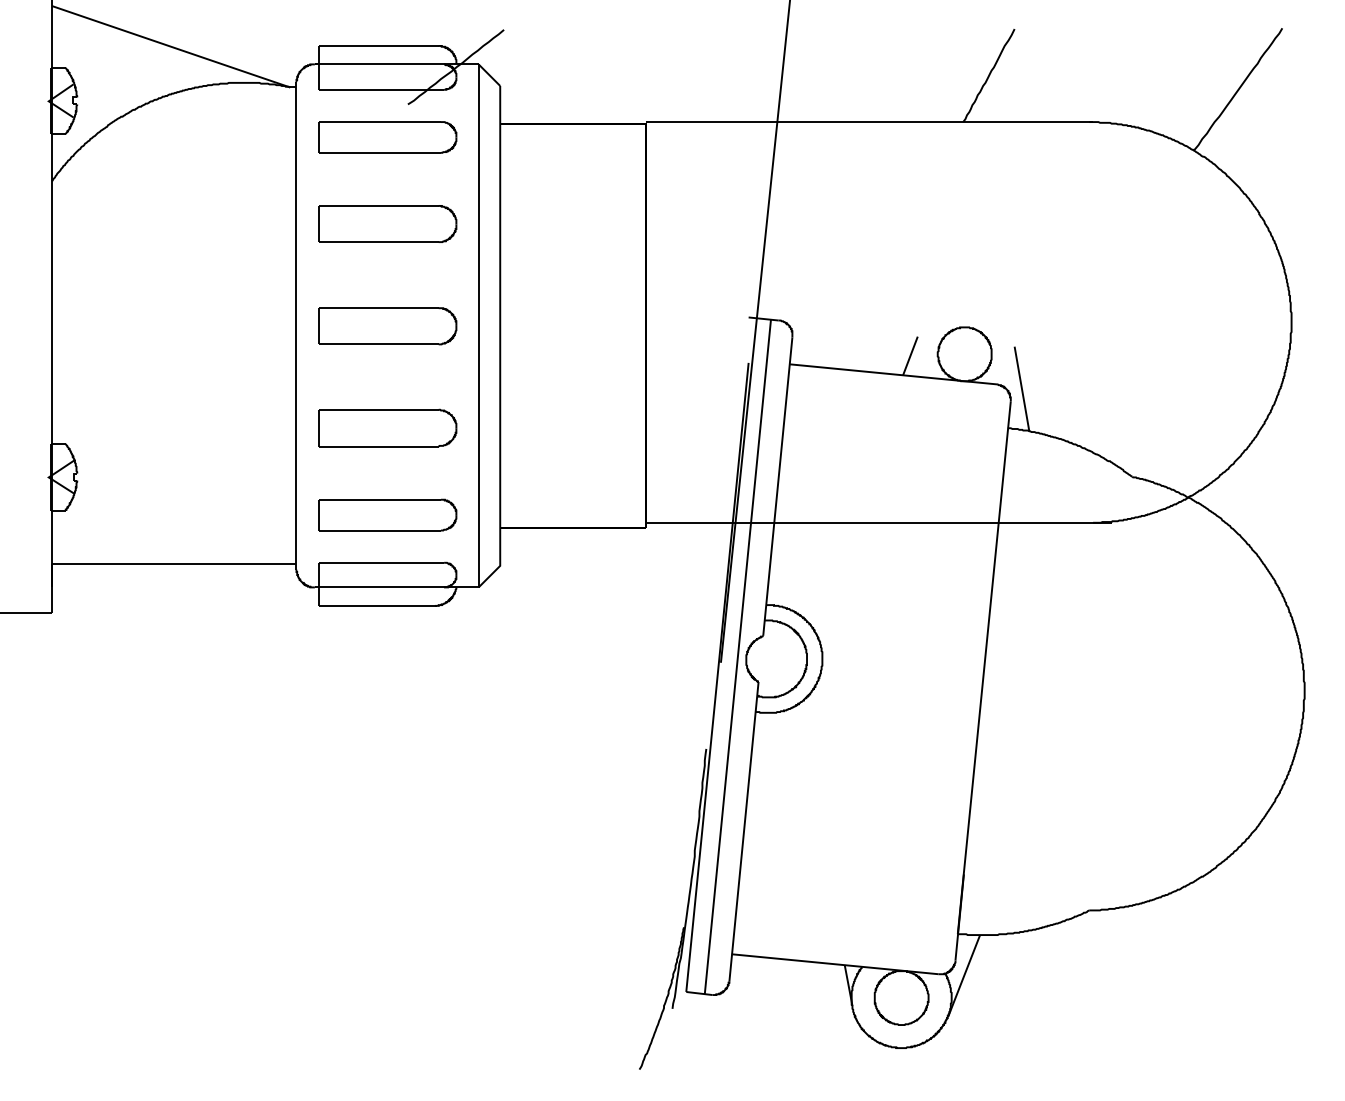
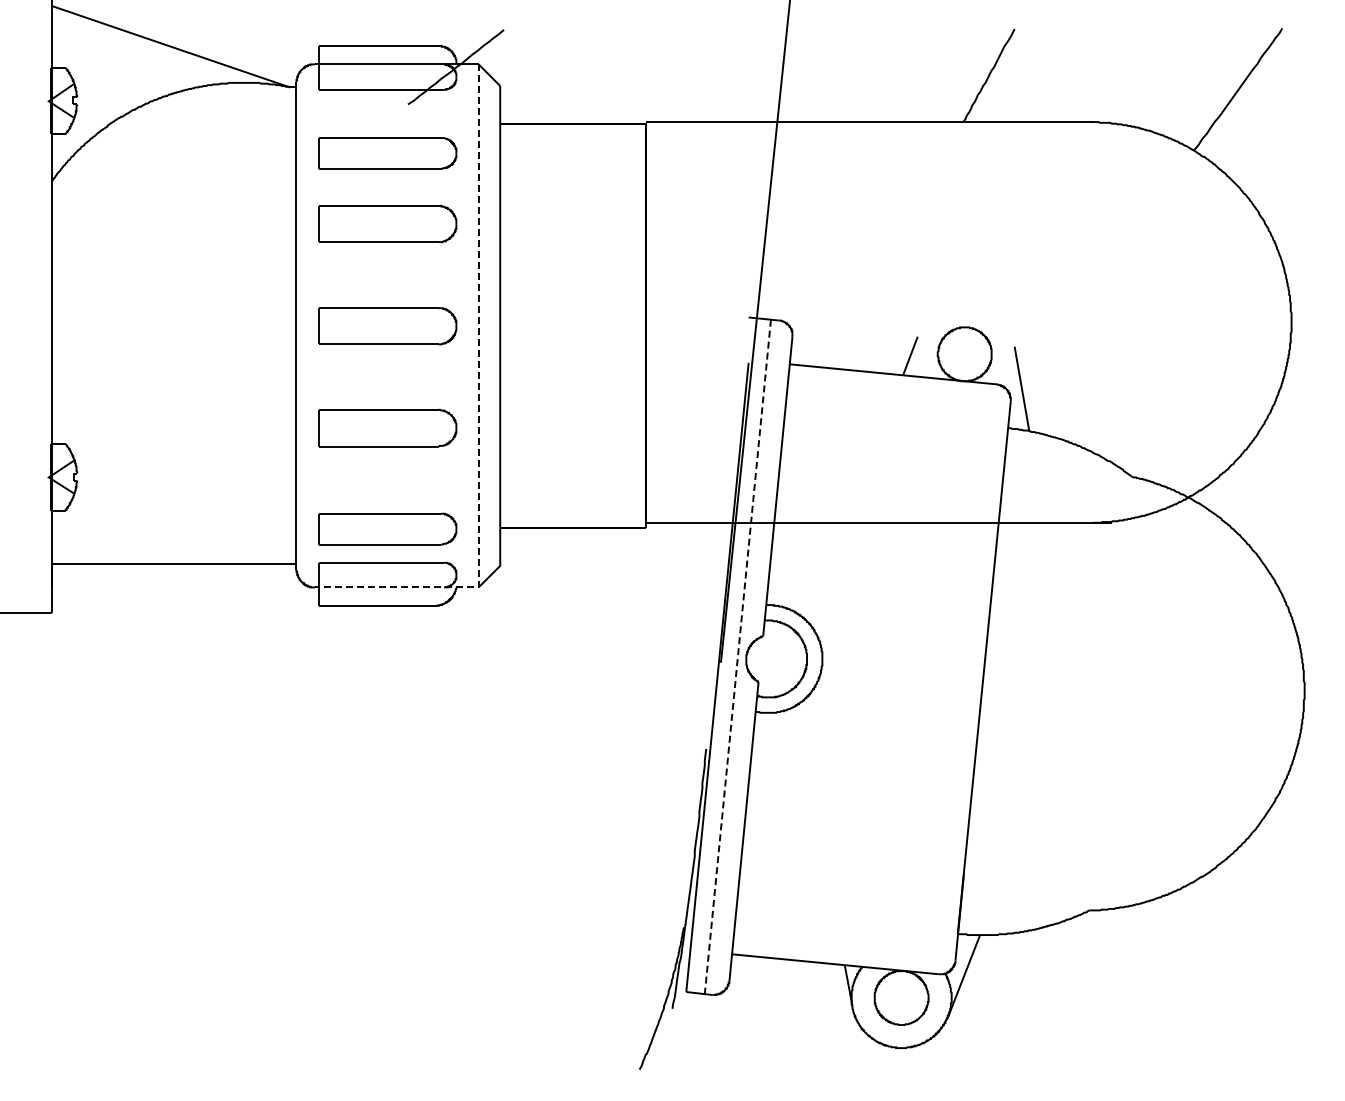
part at (387, 137) position: (387, 137) -> (387, 153)
line at (478, 408): solid -> dashed
part at (387, 514) position: (387, 514) -> (387, 528)
line at (737, 657): solid -> dashed
